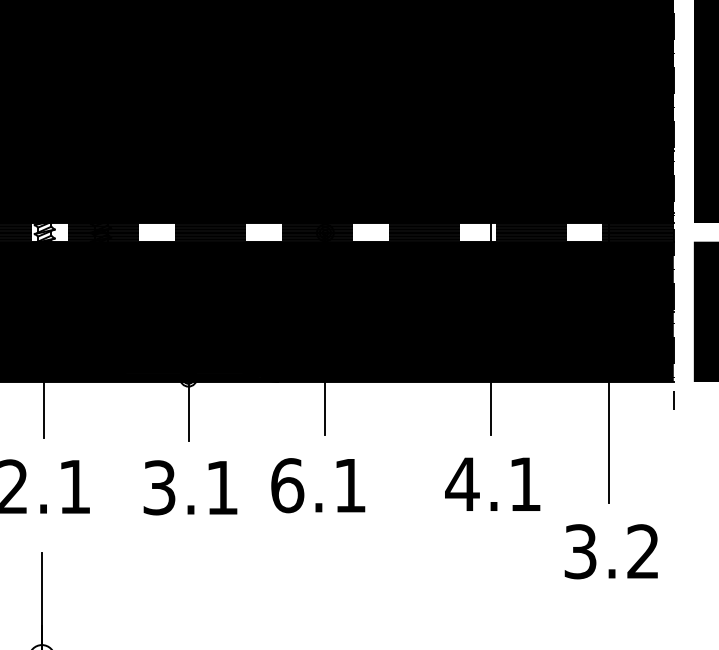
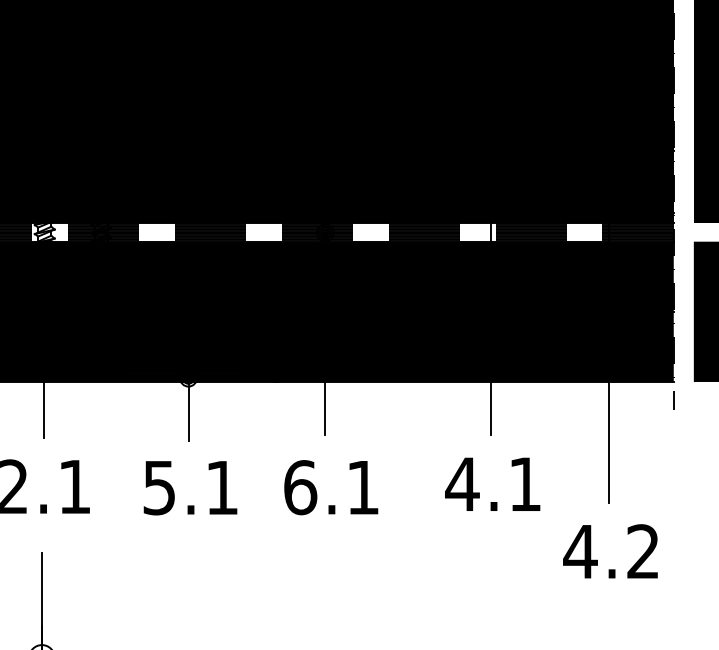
text at (318, 485) position: (318, 485) -> (331, 487)
text at (159, 487): 3.1 -> 5.1
text at (580, 551): 3.2 -> 4.2
